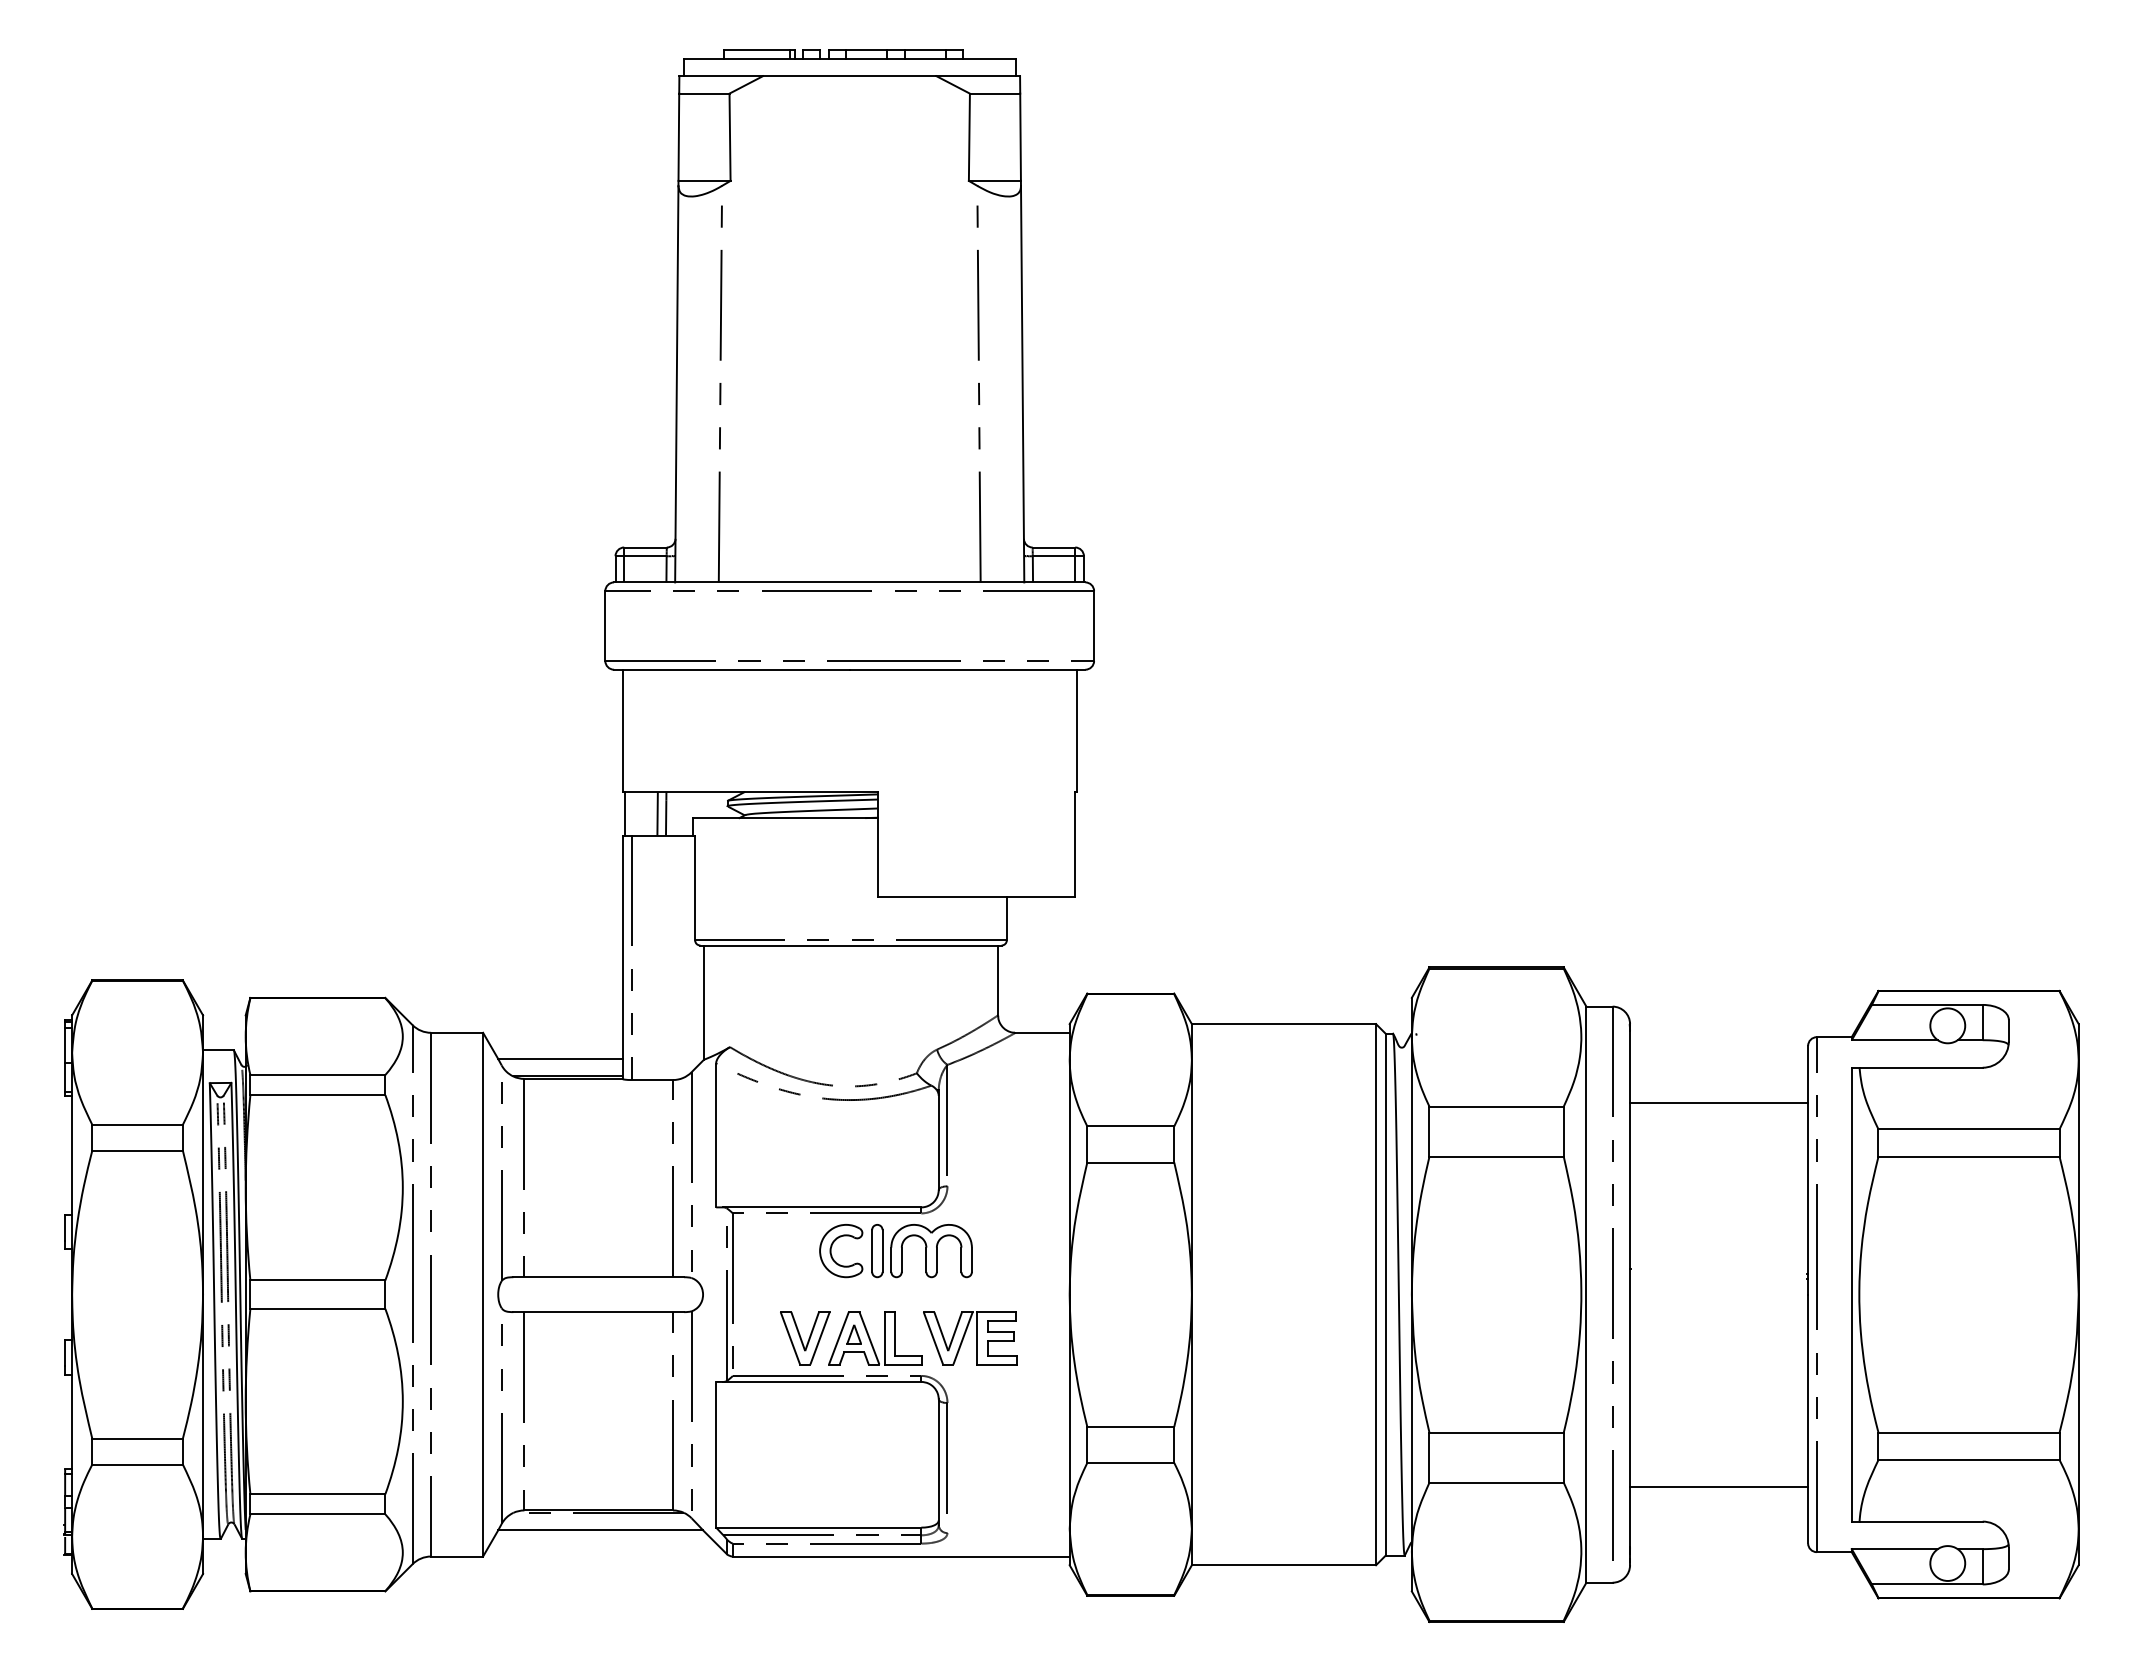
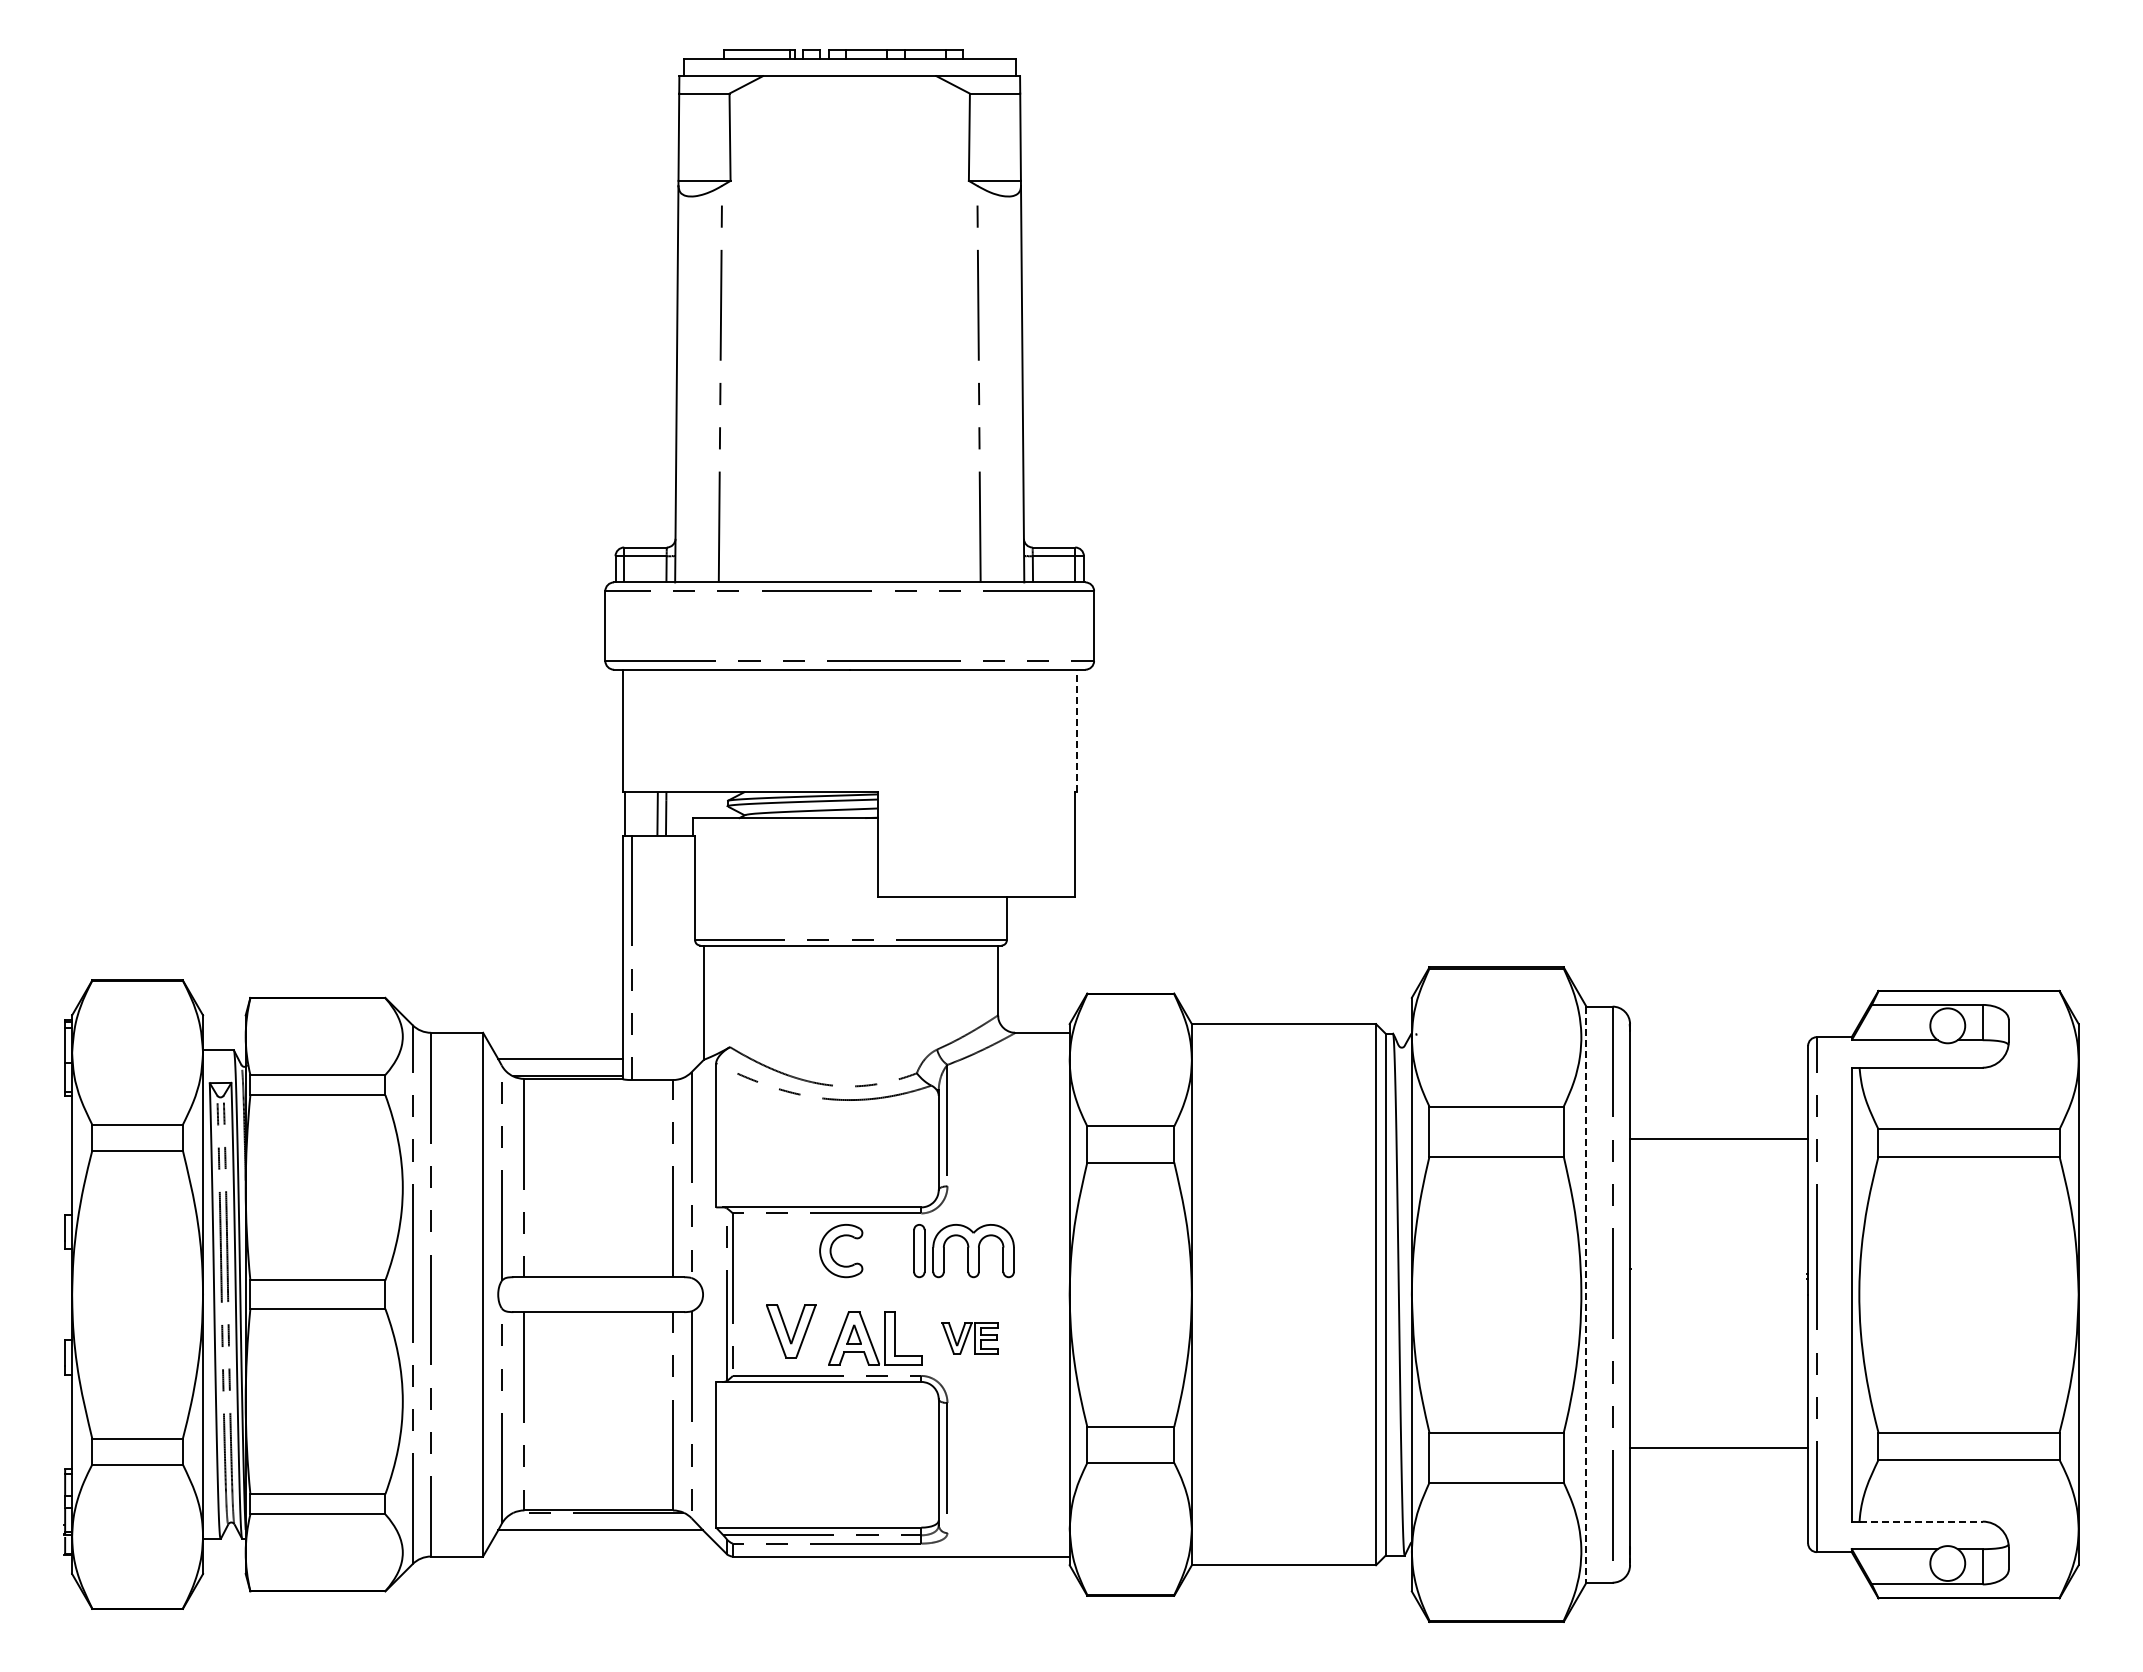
line at (1076, 730): solid -> dashed
line at (1719, 1102) position: (1719, 1102) -> (1719, 1138)
part at (921, 1251) position: (921, 1251) -> (963, 1251)
line at (1586, 1295): solid -> dashed
part at (805, 1338) position: (805, 1338) -> (791, 1331)
part at (970, 1338) size: 95x55 px -> 58x33 px
line at (1719, 1486) position: (1719, 1486) -> (1719, 1447)
line at (1921, 1521): solid -> dashed
